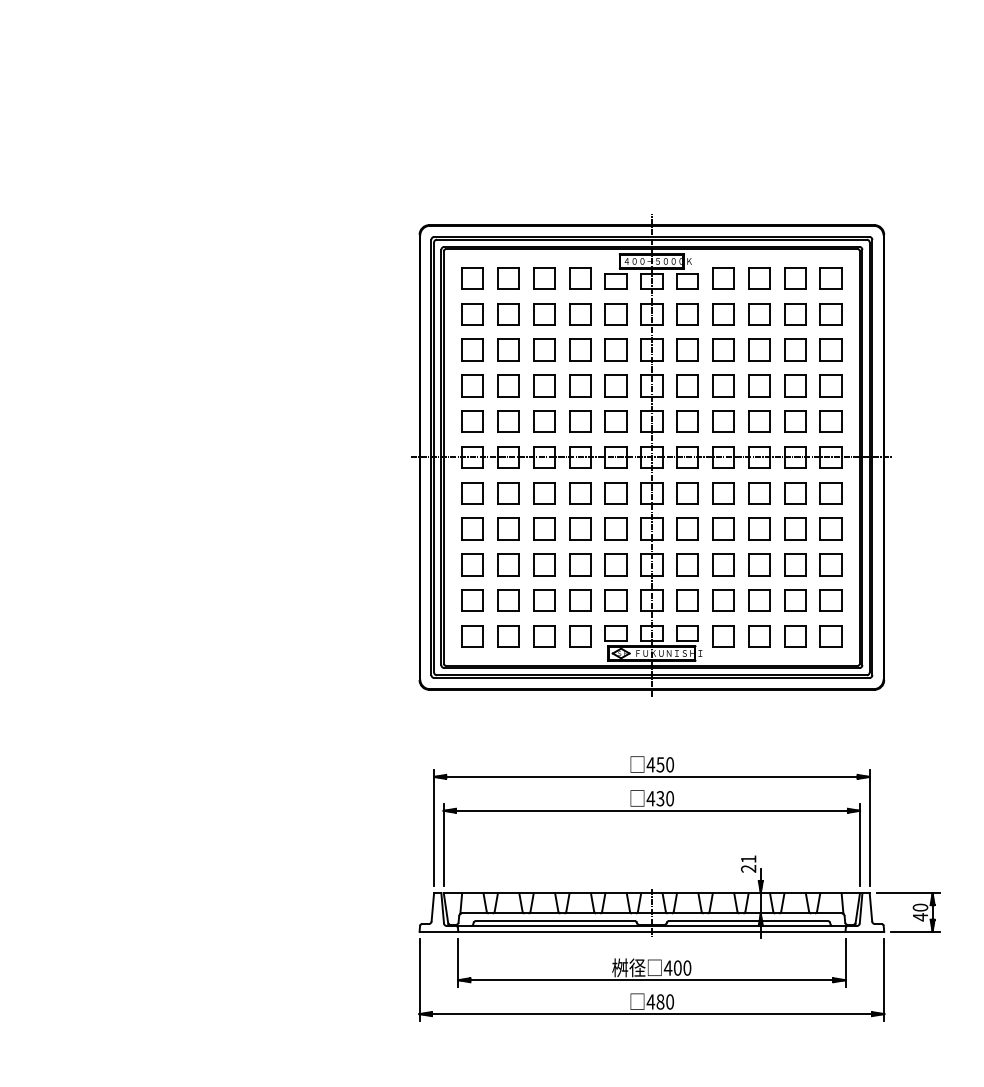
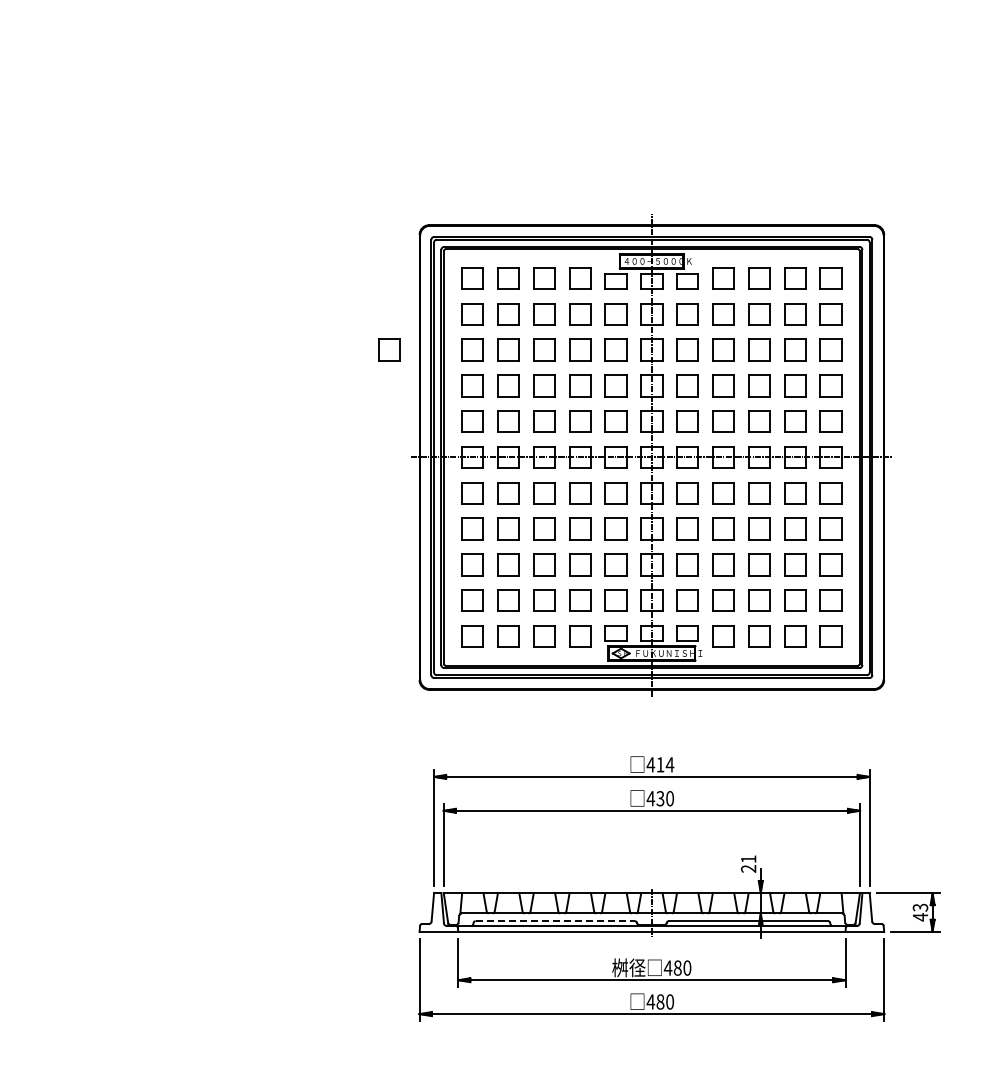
part at (389, 349): none -> present
text at (665, 764): 450 -> 414
text at (920, 907): 40 -> 43
line at (555, 921): solid -> dashed
text at (677, 967): 400 -> 480
